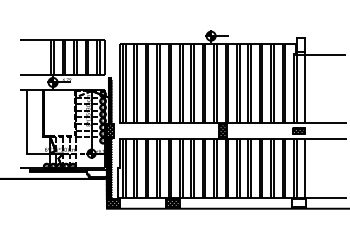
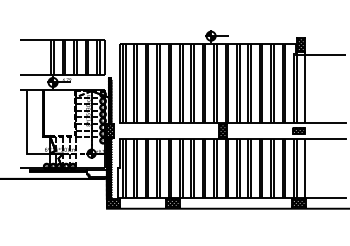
hatch at (300, 44): none -> present
hatch at (298, 203): none -> present
